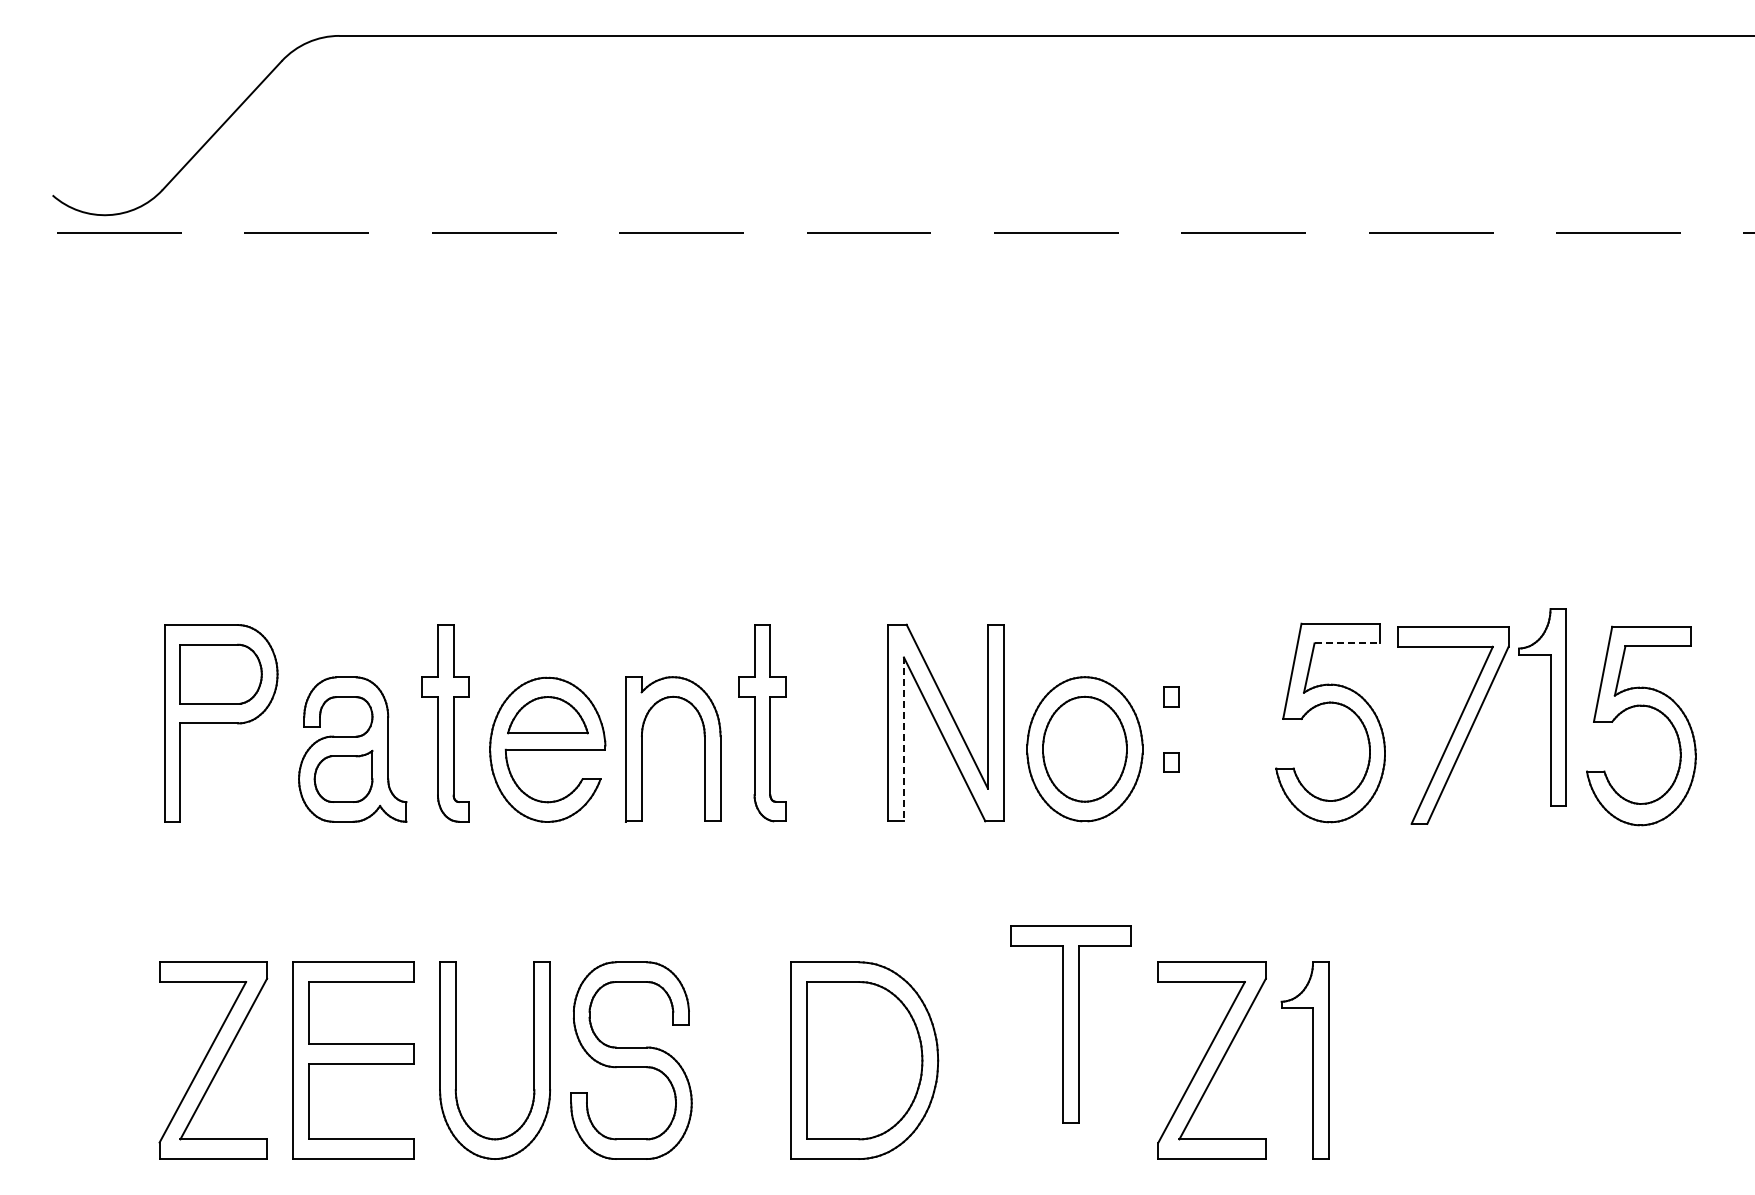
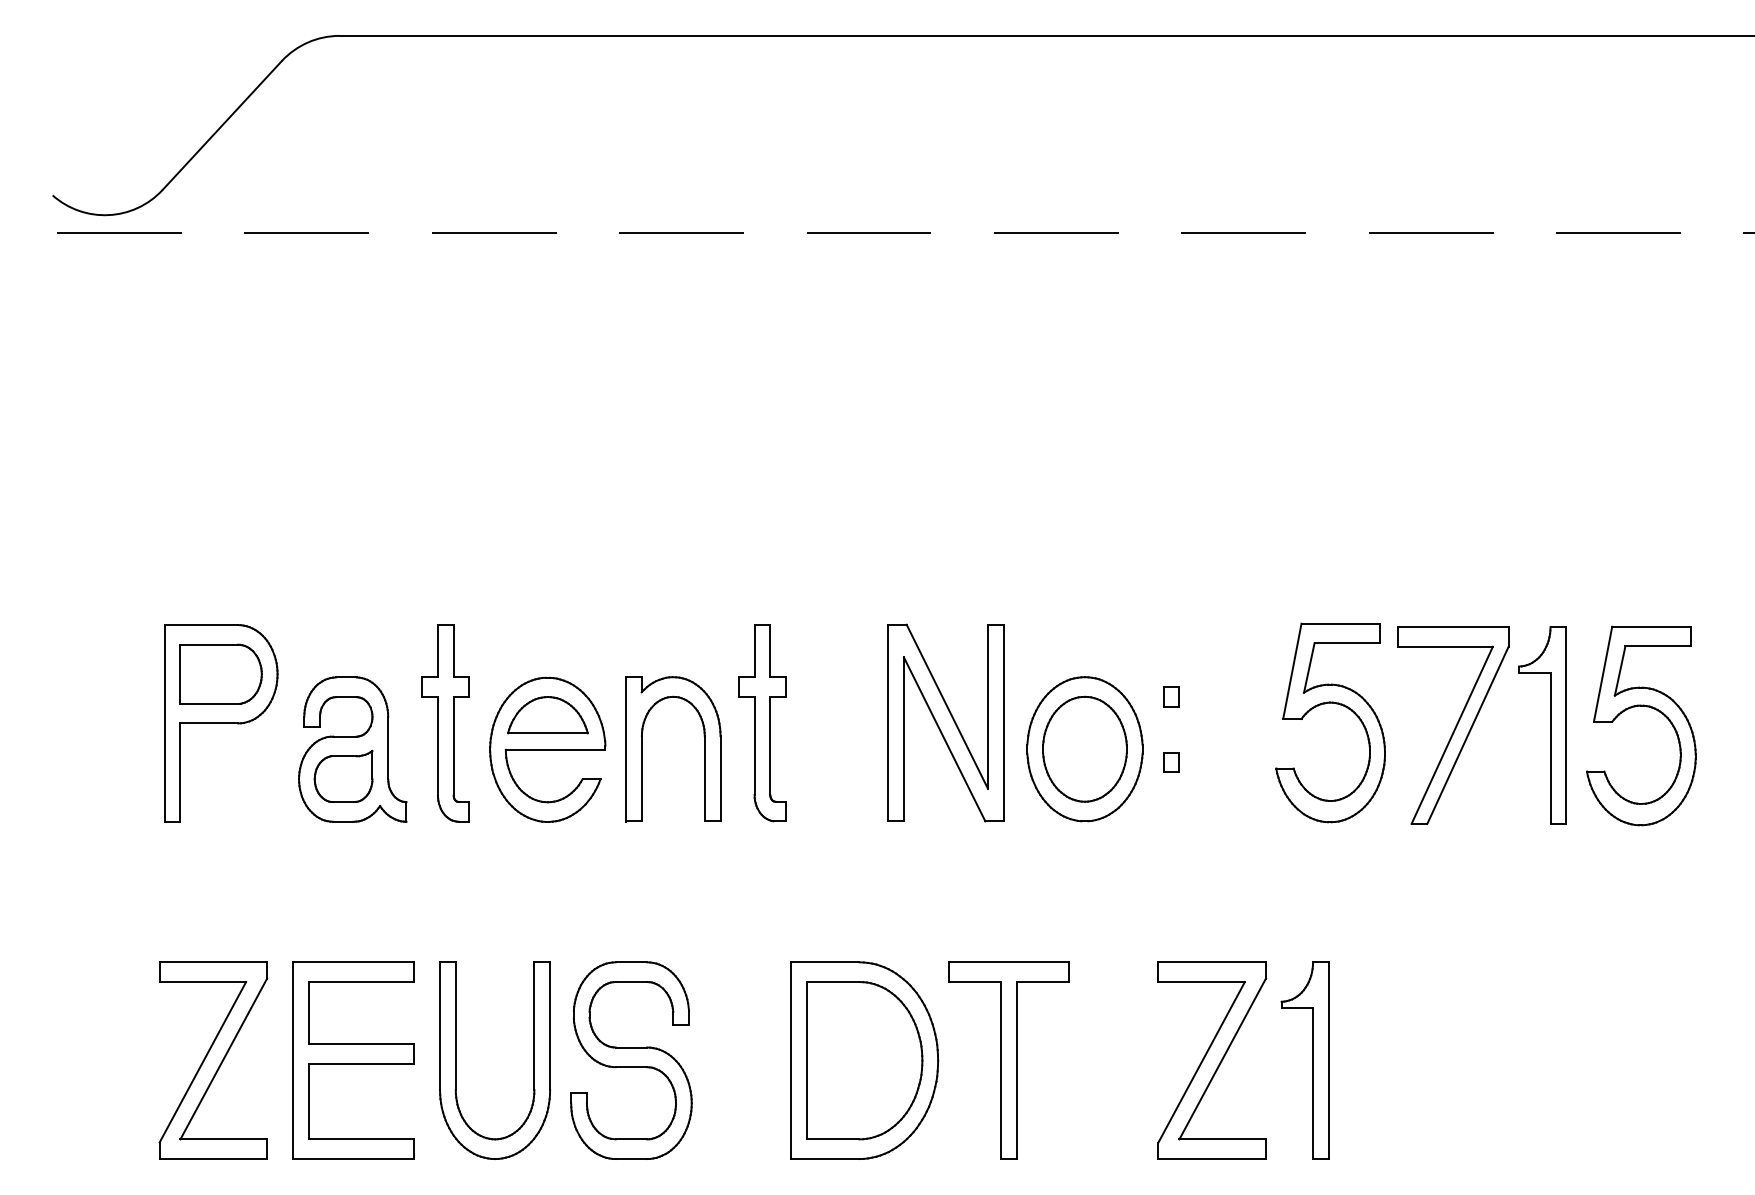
line at (1347, 643): dashed -> solid
part at (1550, 707) position: (1550, 707) -> (1550, 725)
line at (903, 739): dashed -> solid
part at (1070, 1024) position: (1070, 1024) -> (1008, 1060)
